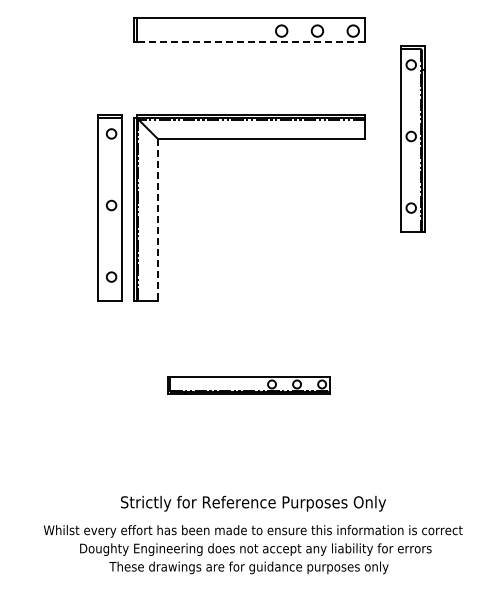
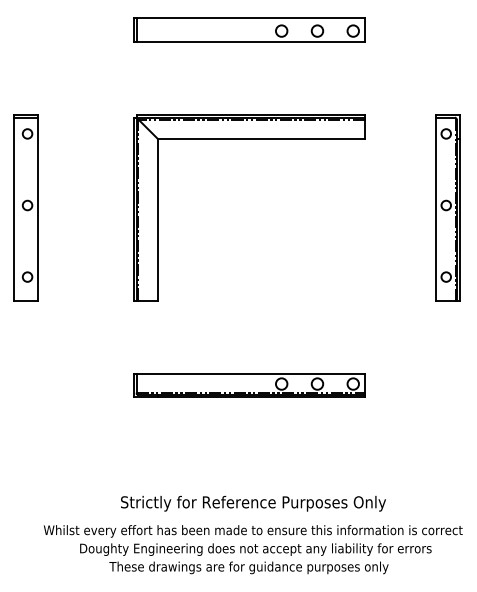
line at (250, 41): dashed -> solid
part at (412, 138) position: (412, 138) -> (447, 207)
part at (109, 207) position: (109, 207) -> (25, 207)
line at (157, 220): dashed -> solid
part at (248, 385) size: 164x19 px -> 233x25 px
